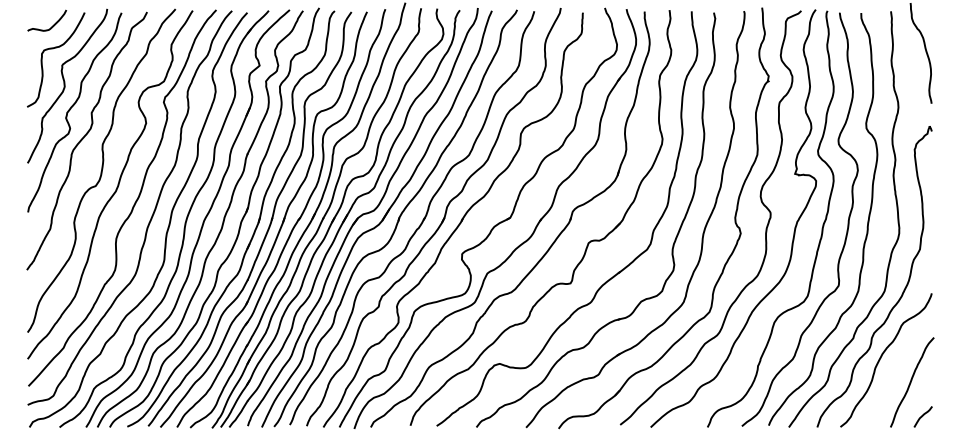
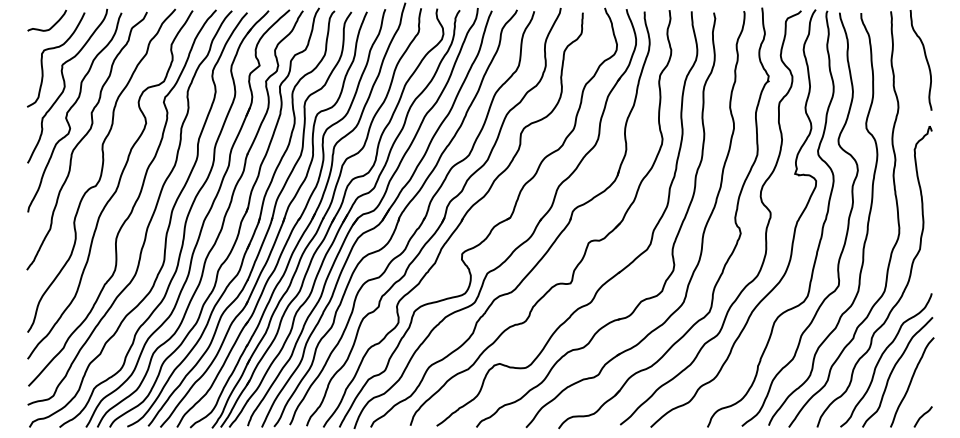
curve at (925, 52) position: (925, 52) -> (925, 59)
curve at (893, 370): none -> present
